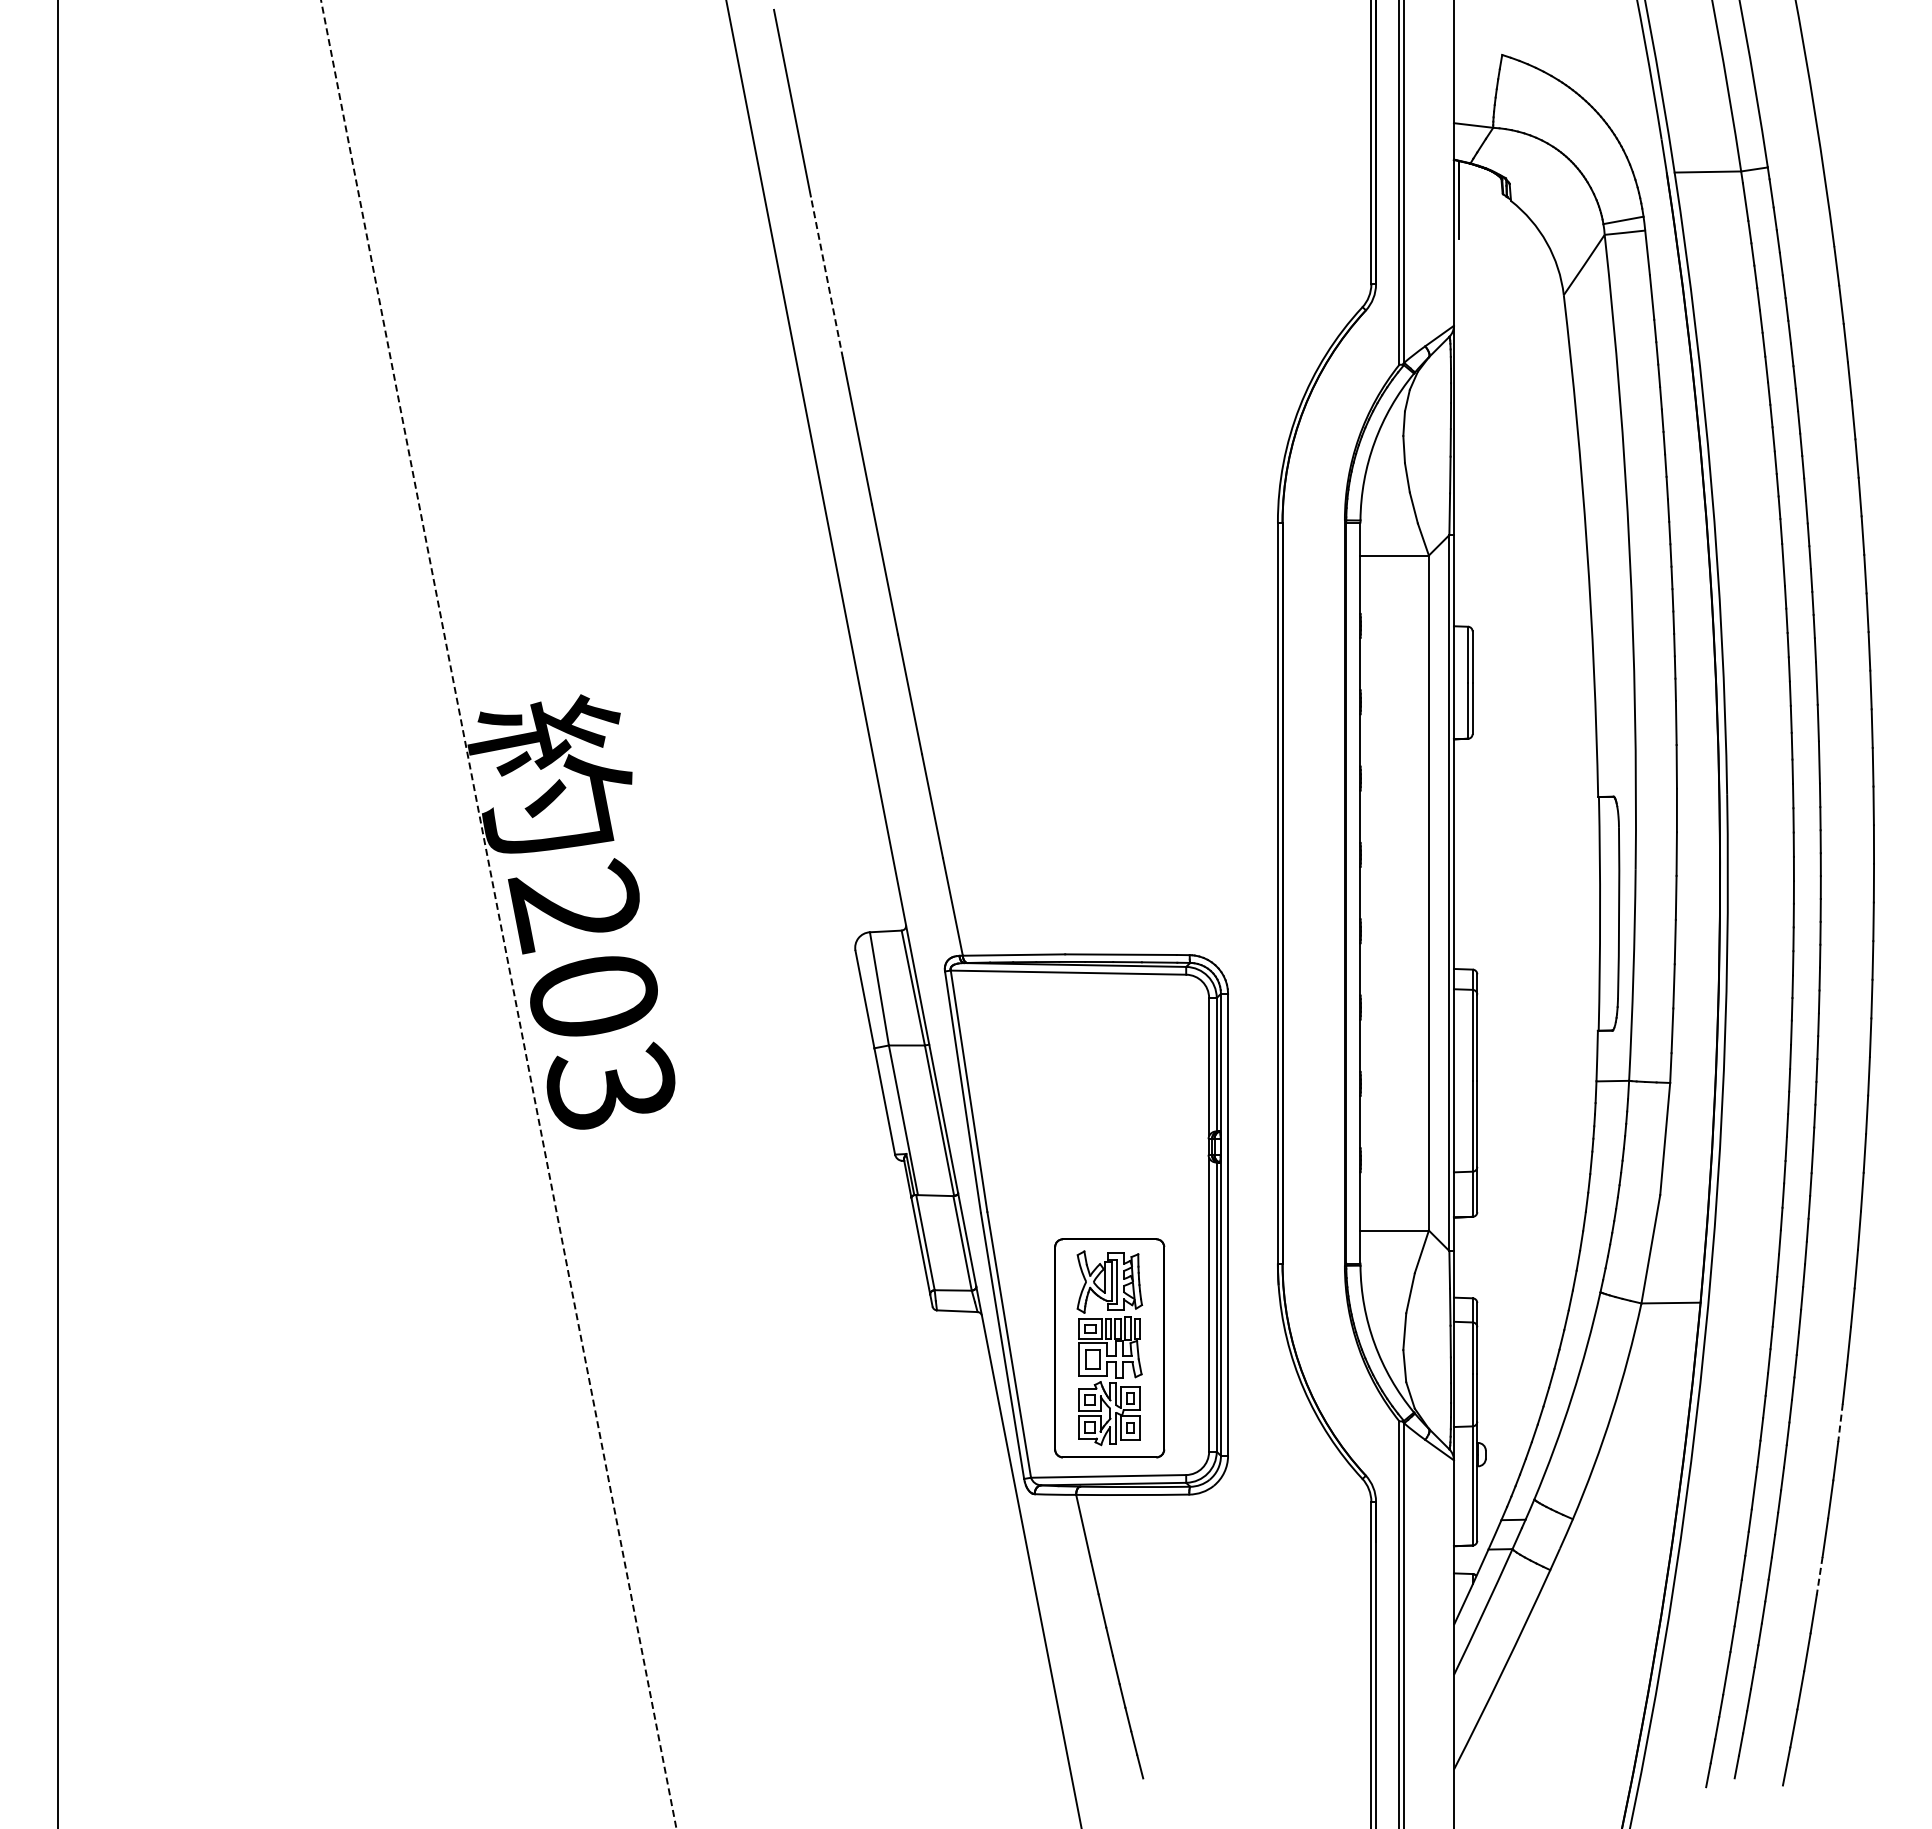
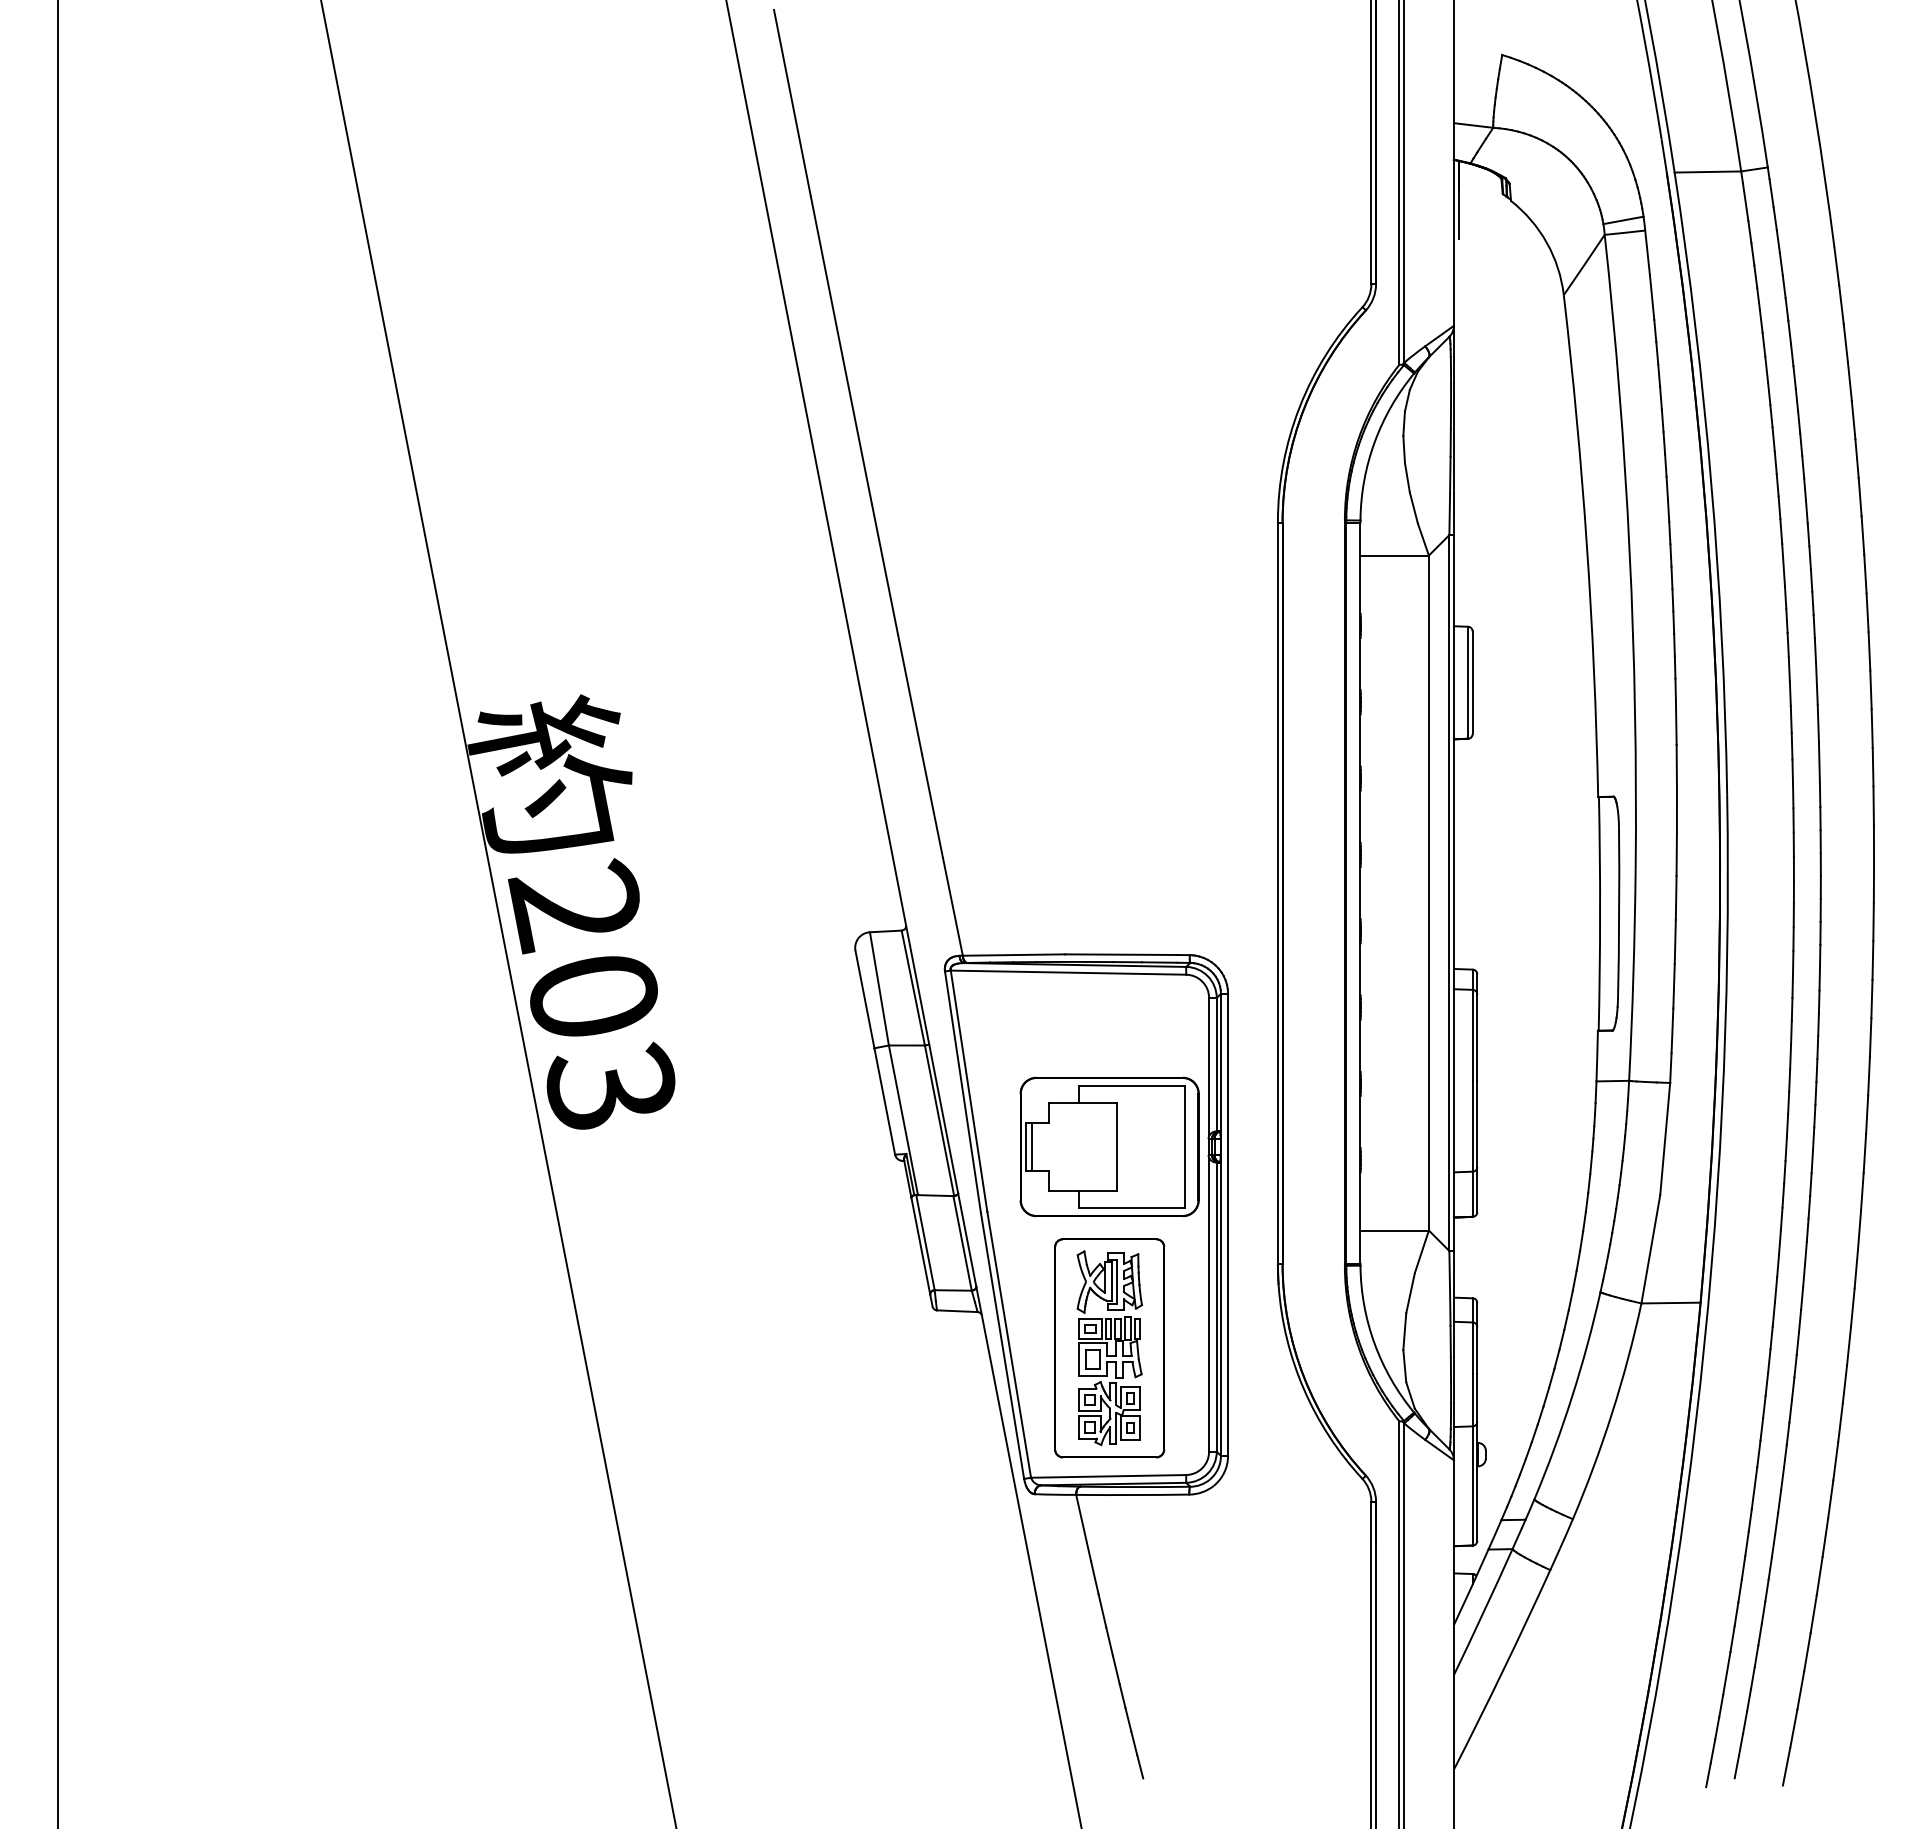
line at (826, 277): dashed -> solid
line at (498, 914): dashed -> solid
part at (1109, 1146): none -> present
line at (1840, 1423): dashed -> solid
line at (1819, 1576): dashed -> solid
